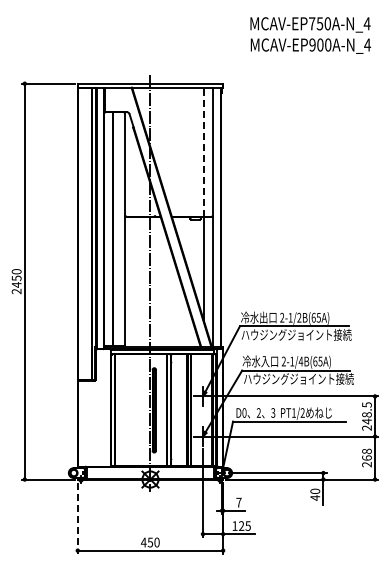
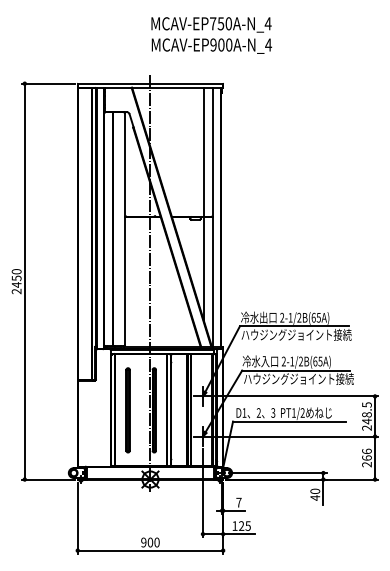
text at (310, 35) position: (310, 35) -> (211, 35)
line at (203, 151): dashed -> solid
text at (300, 361): 2-1/4B(65A) -> 2-1/2B(65A)
part at (127, 410): none -> present
text at (244, 412): D0 -> D1
text at (366, 451): 268 -> 266
line at (77, 518): dashed -> solid
text at (146, 542): 450 -> 900
